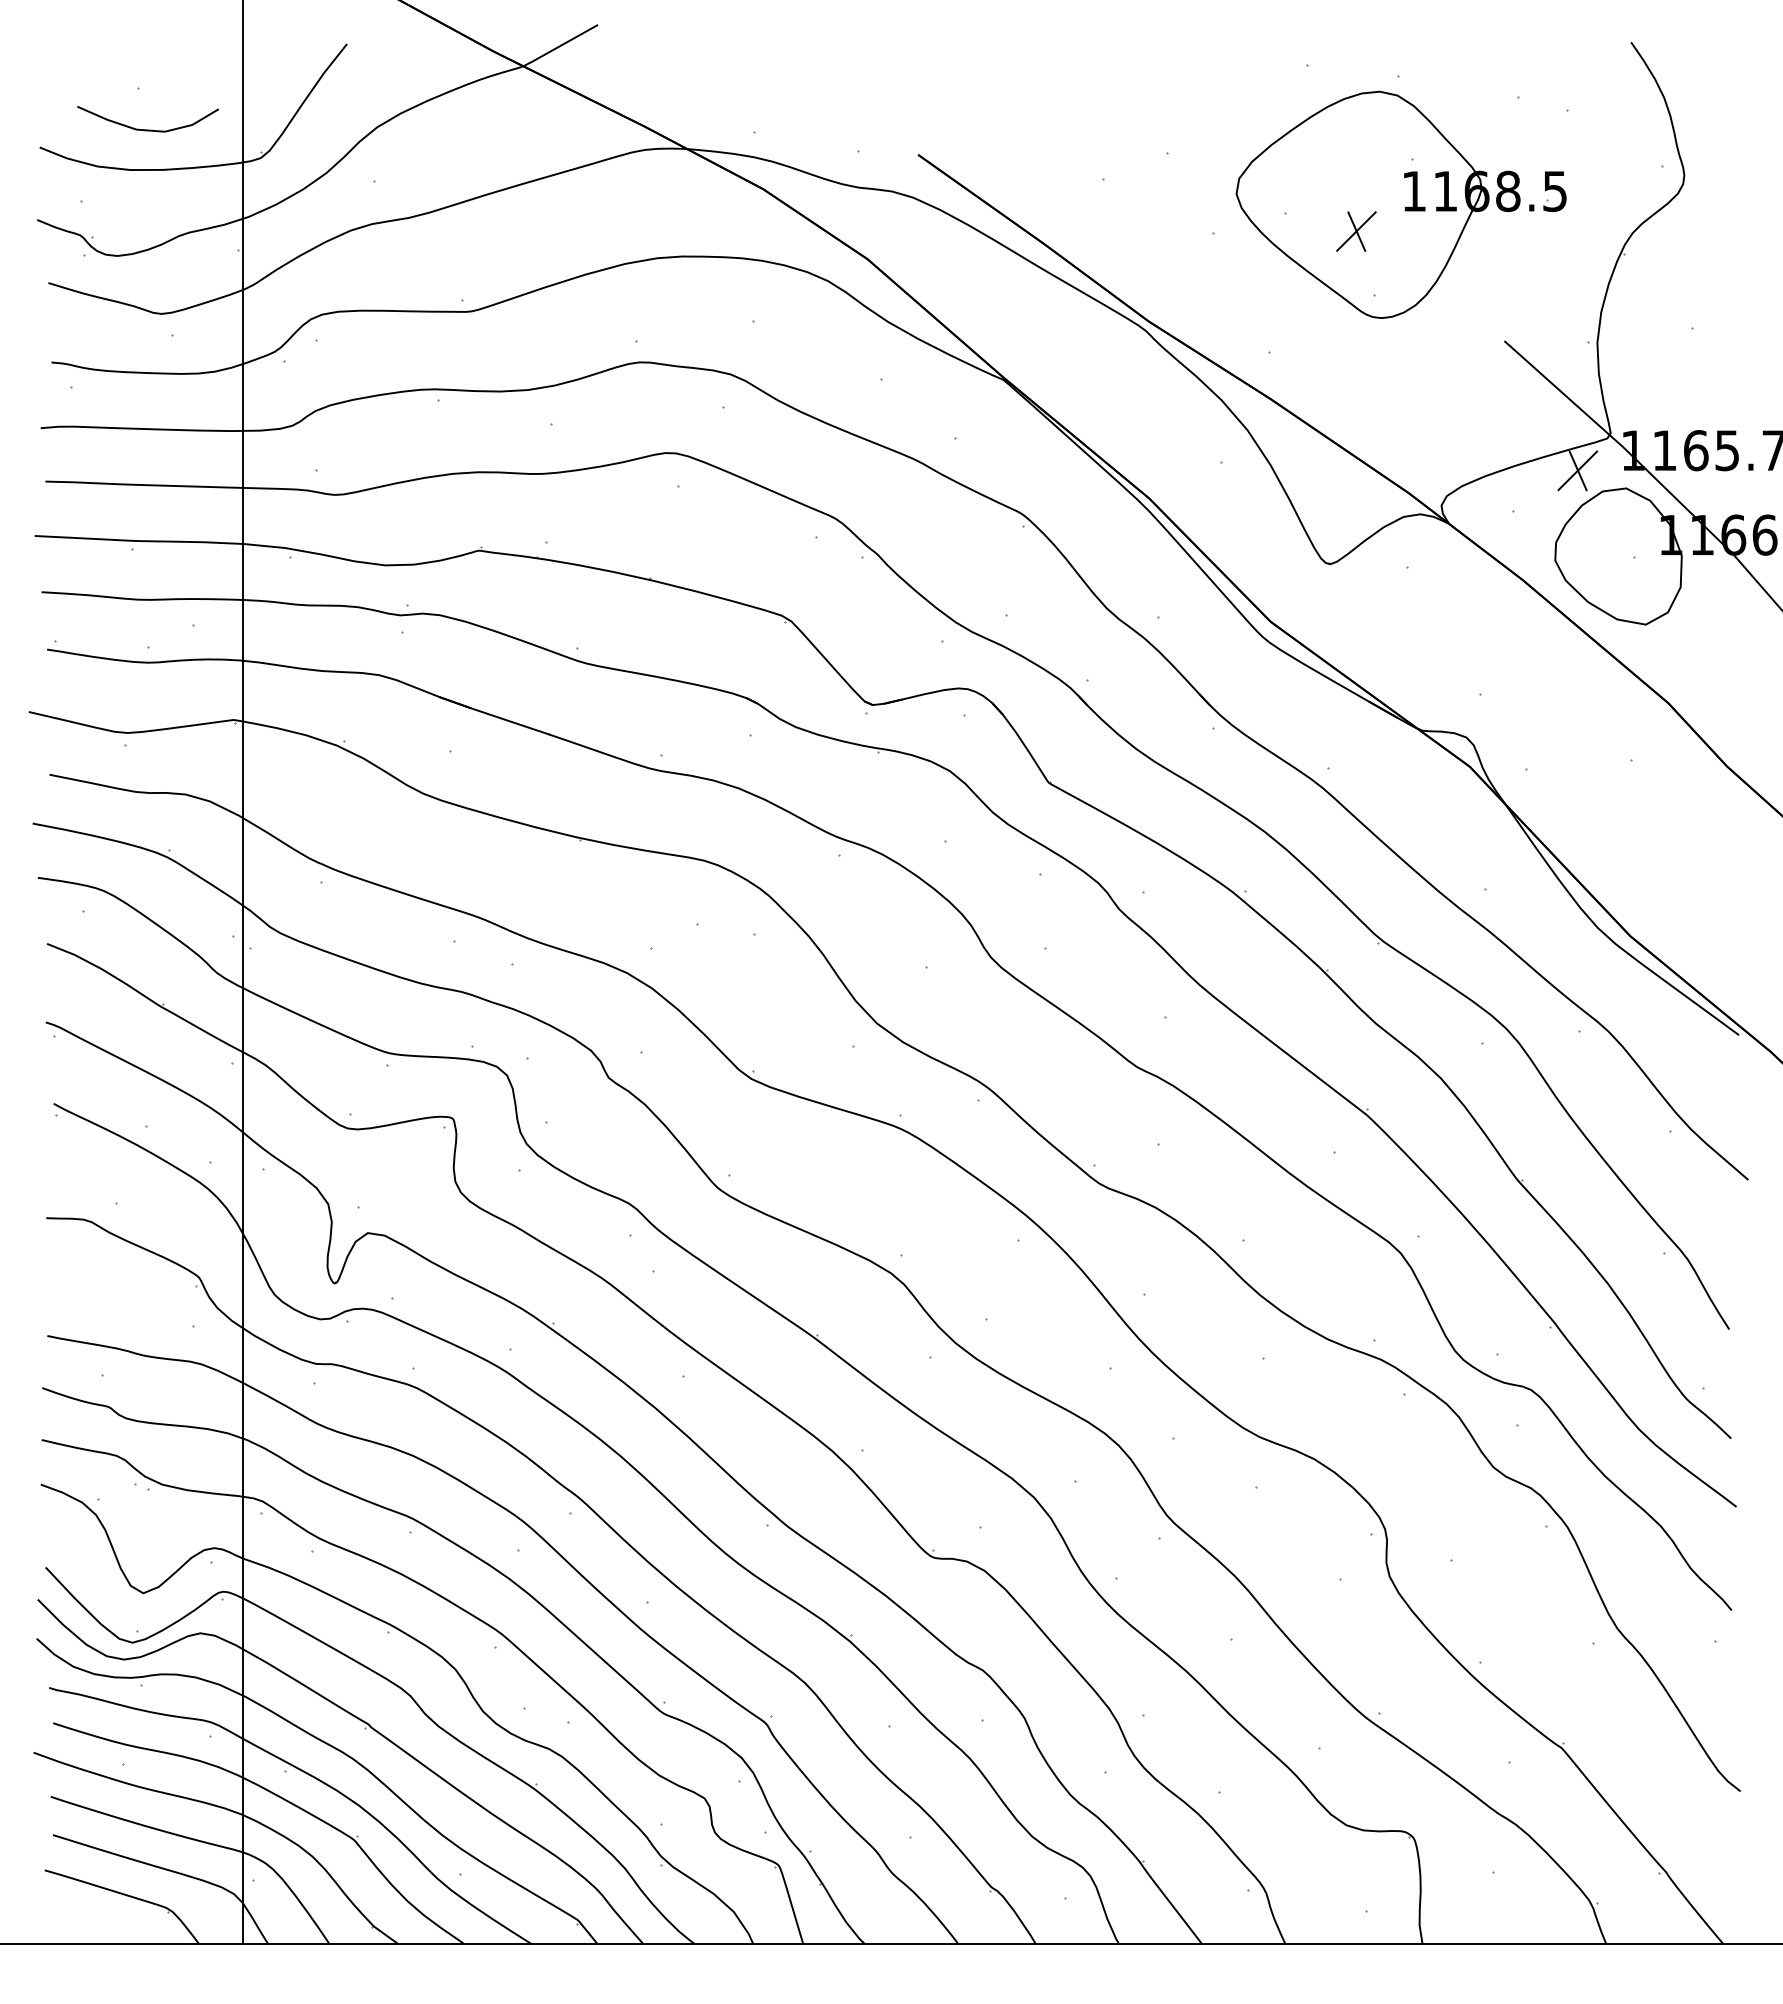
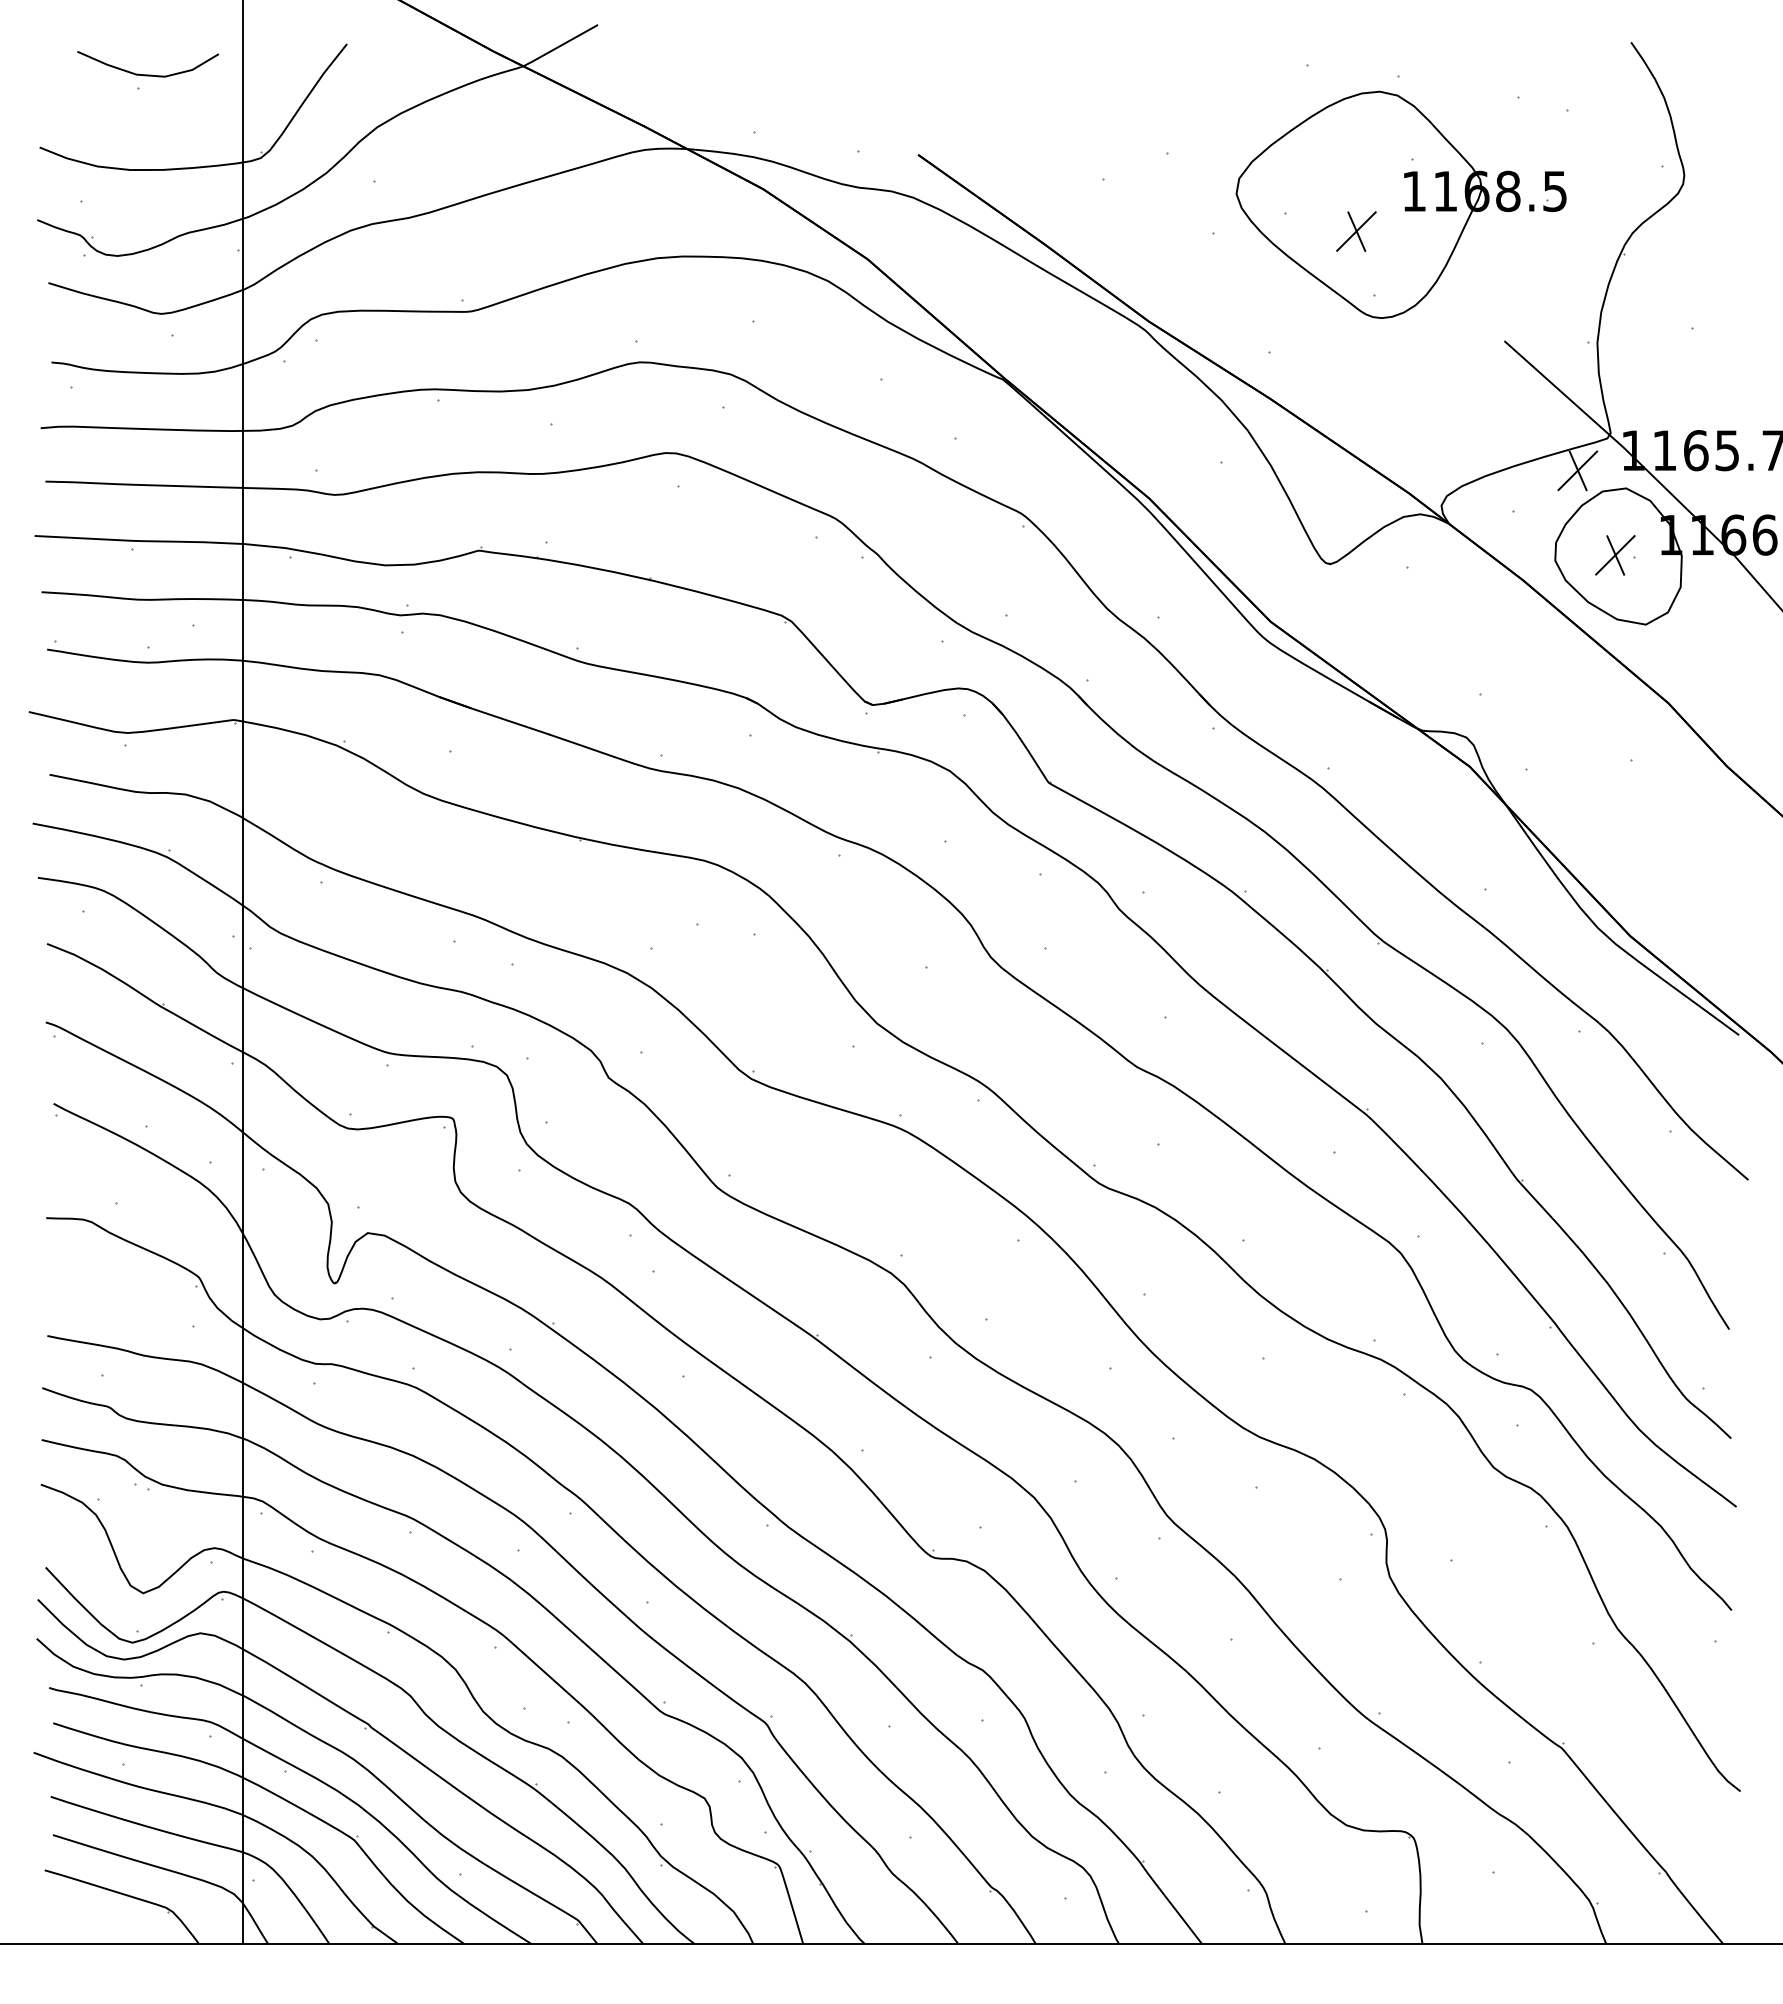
curve at (148, 129) position: (148, 129) -> (148, 74)
part at (1615, 555): none -> present
